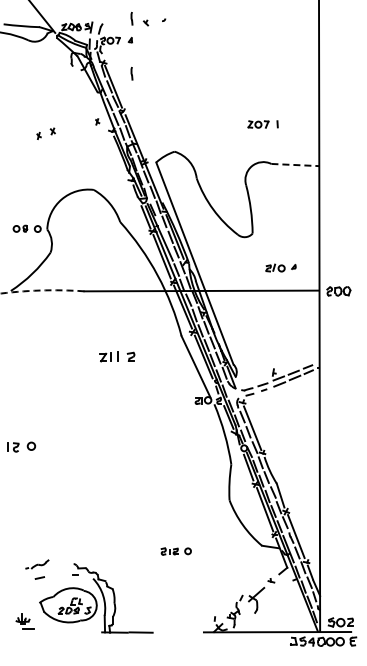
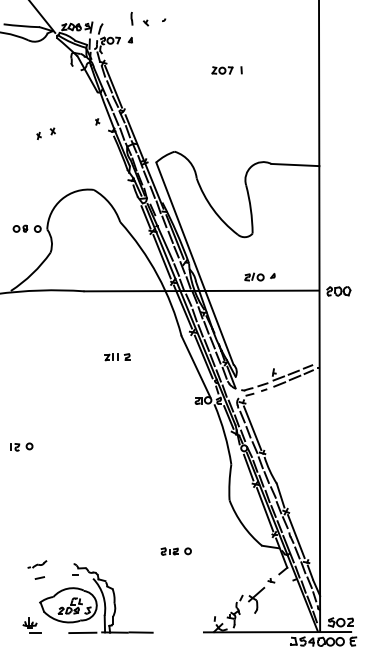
part at (131, 73): present -> none
part at (262, 124) position: (262, 124) -> (226, 70)
line at (295, 165): dashed -> solid
part at (280, 267) position: (280, 267) -> (259, 276)
arc at (41, 290): dashed -> solid
part at (117, 356) size: 37x12 px -> 27x9 px
part at (21, 446) size: 30x12 px -> 24x10 px
part at (37, 564) size: 25x11 px -> 21x9 px
part at (24, 621) position: (24, 621) -> (31, 625)
line at (82, 632): none -> present
